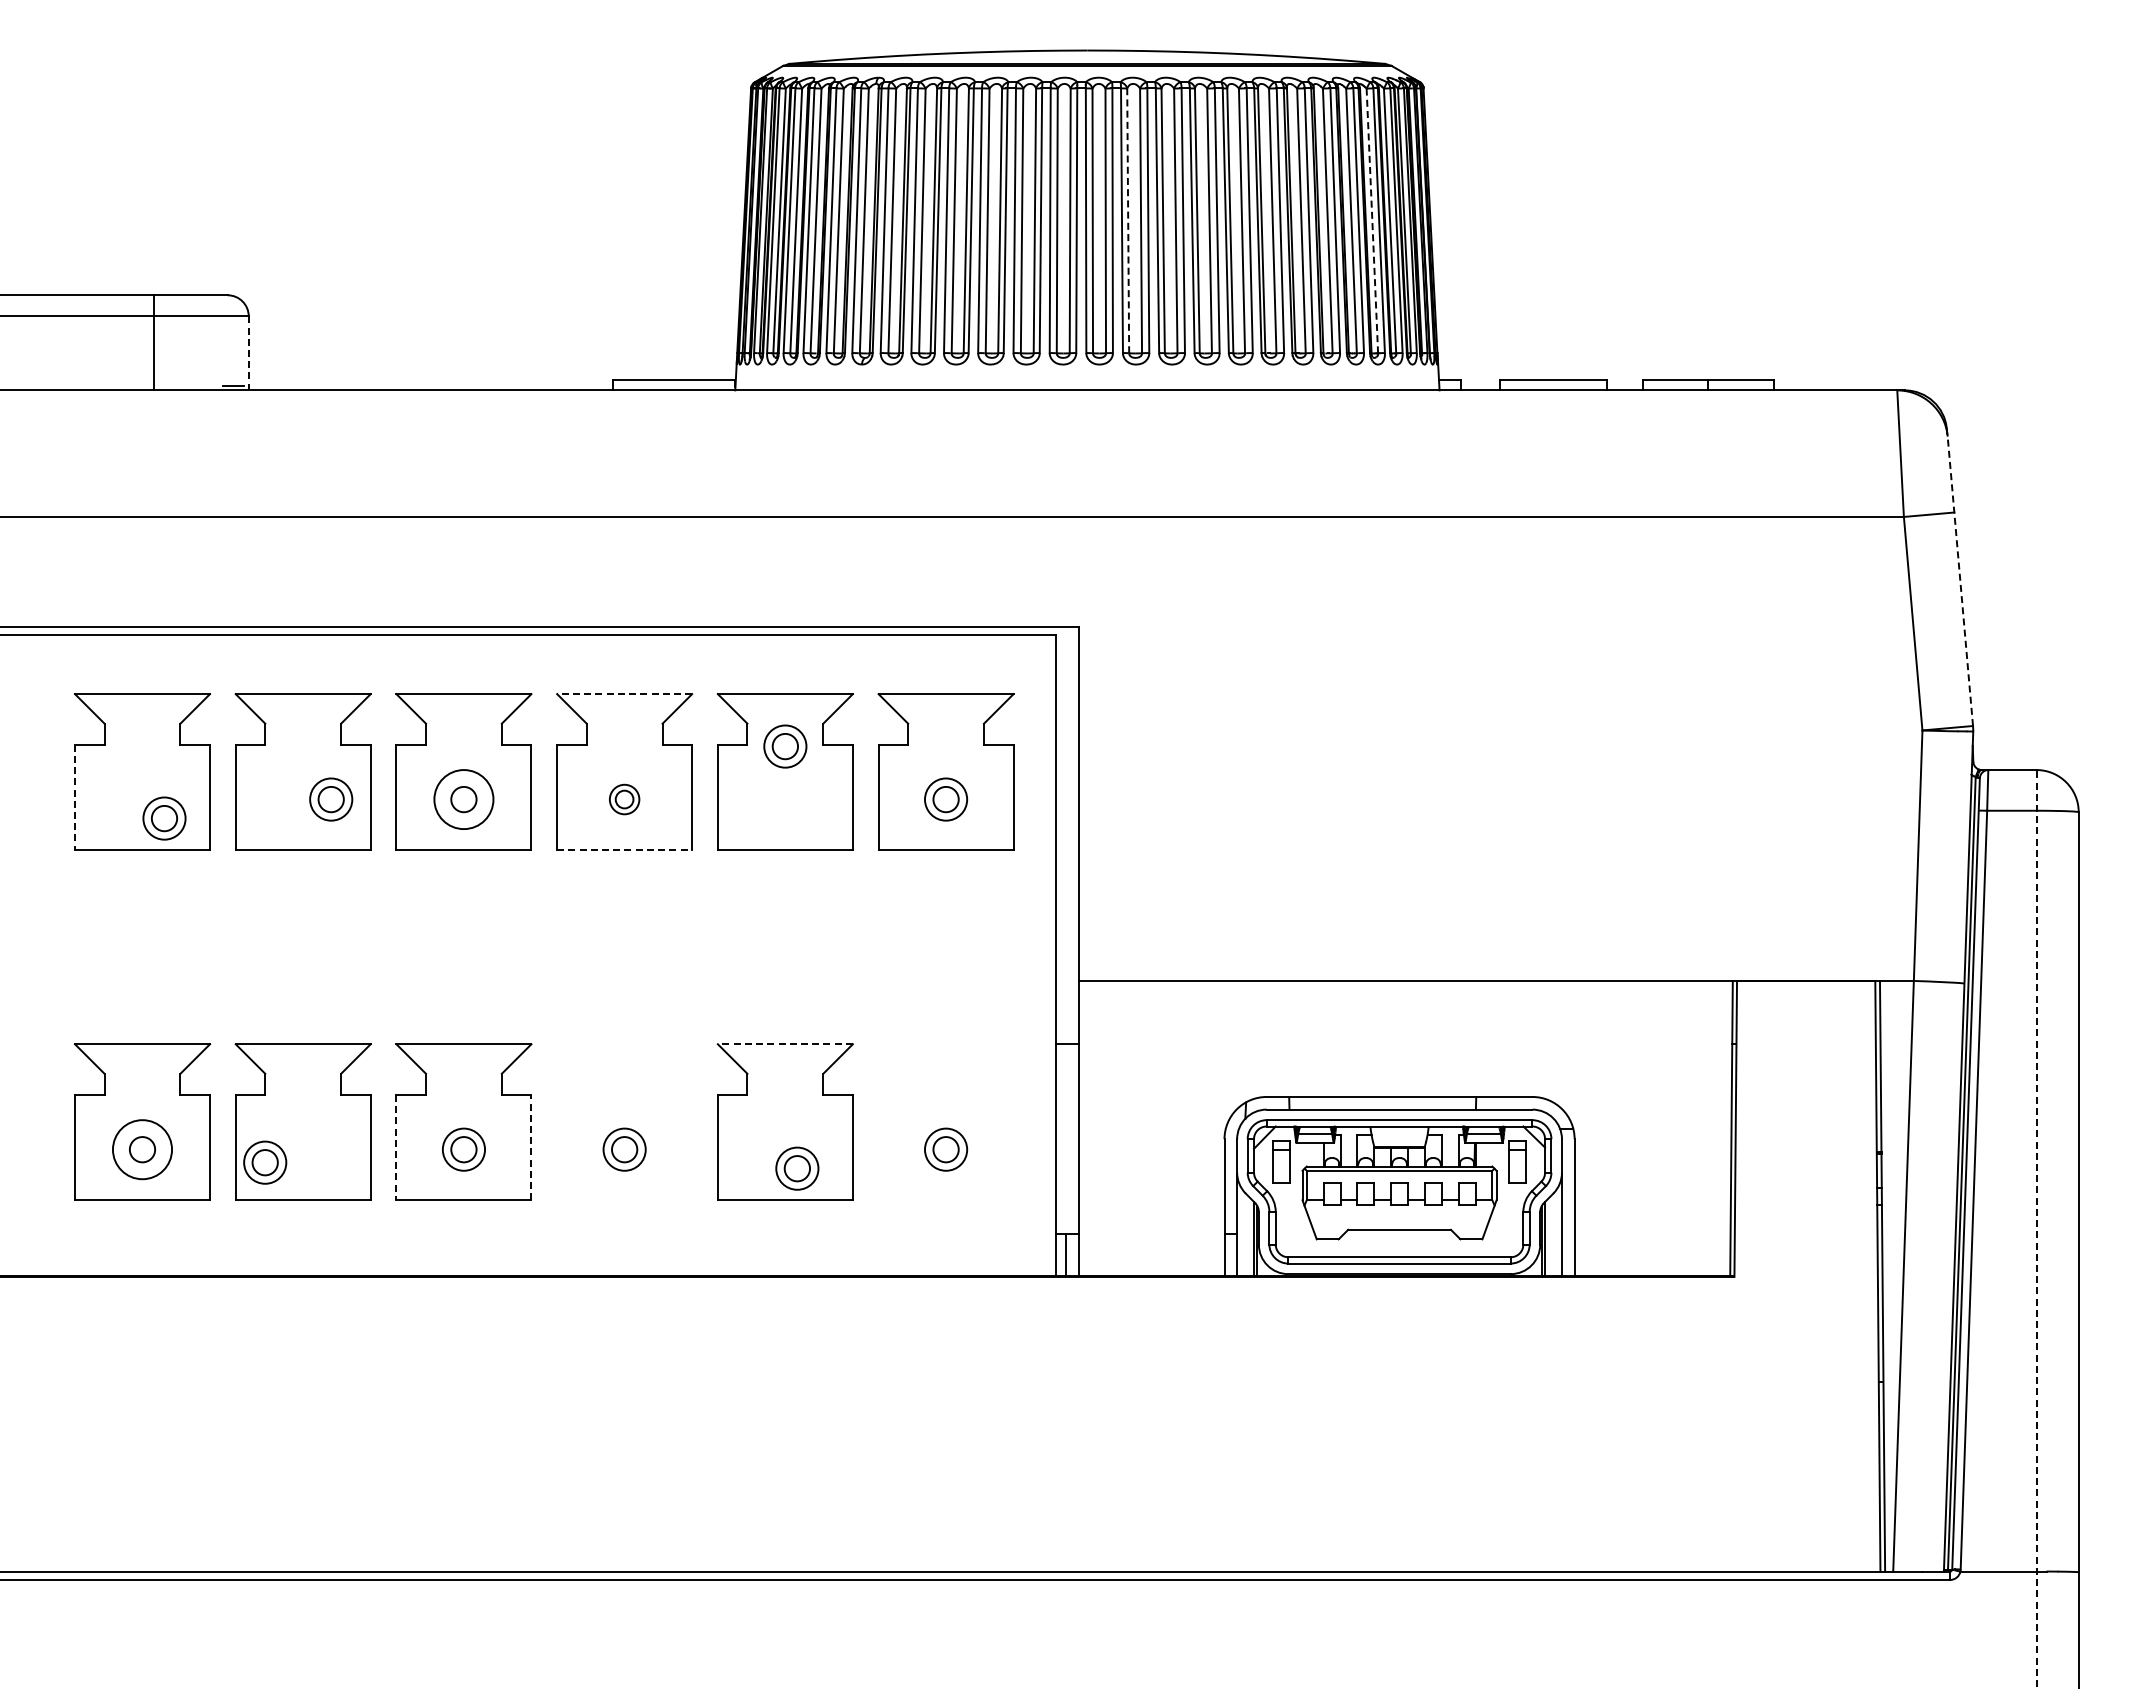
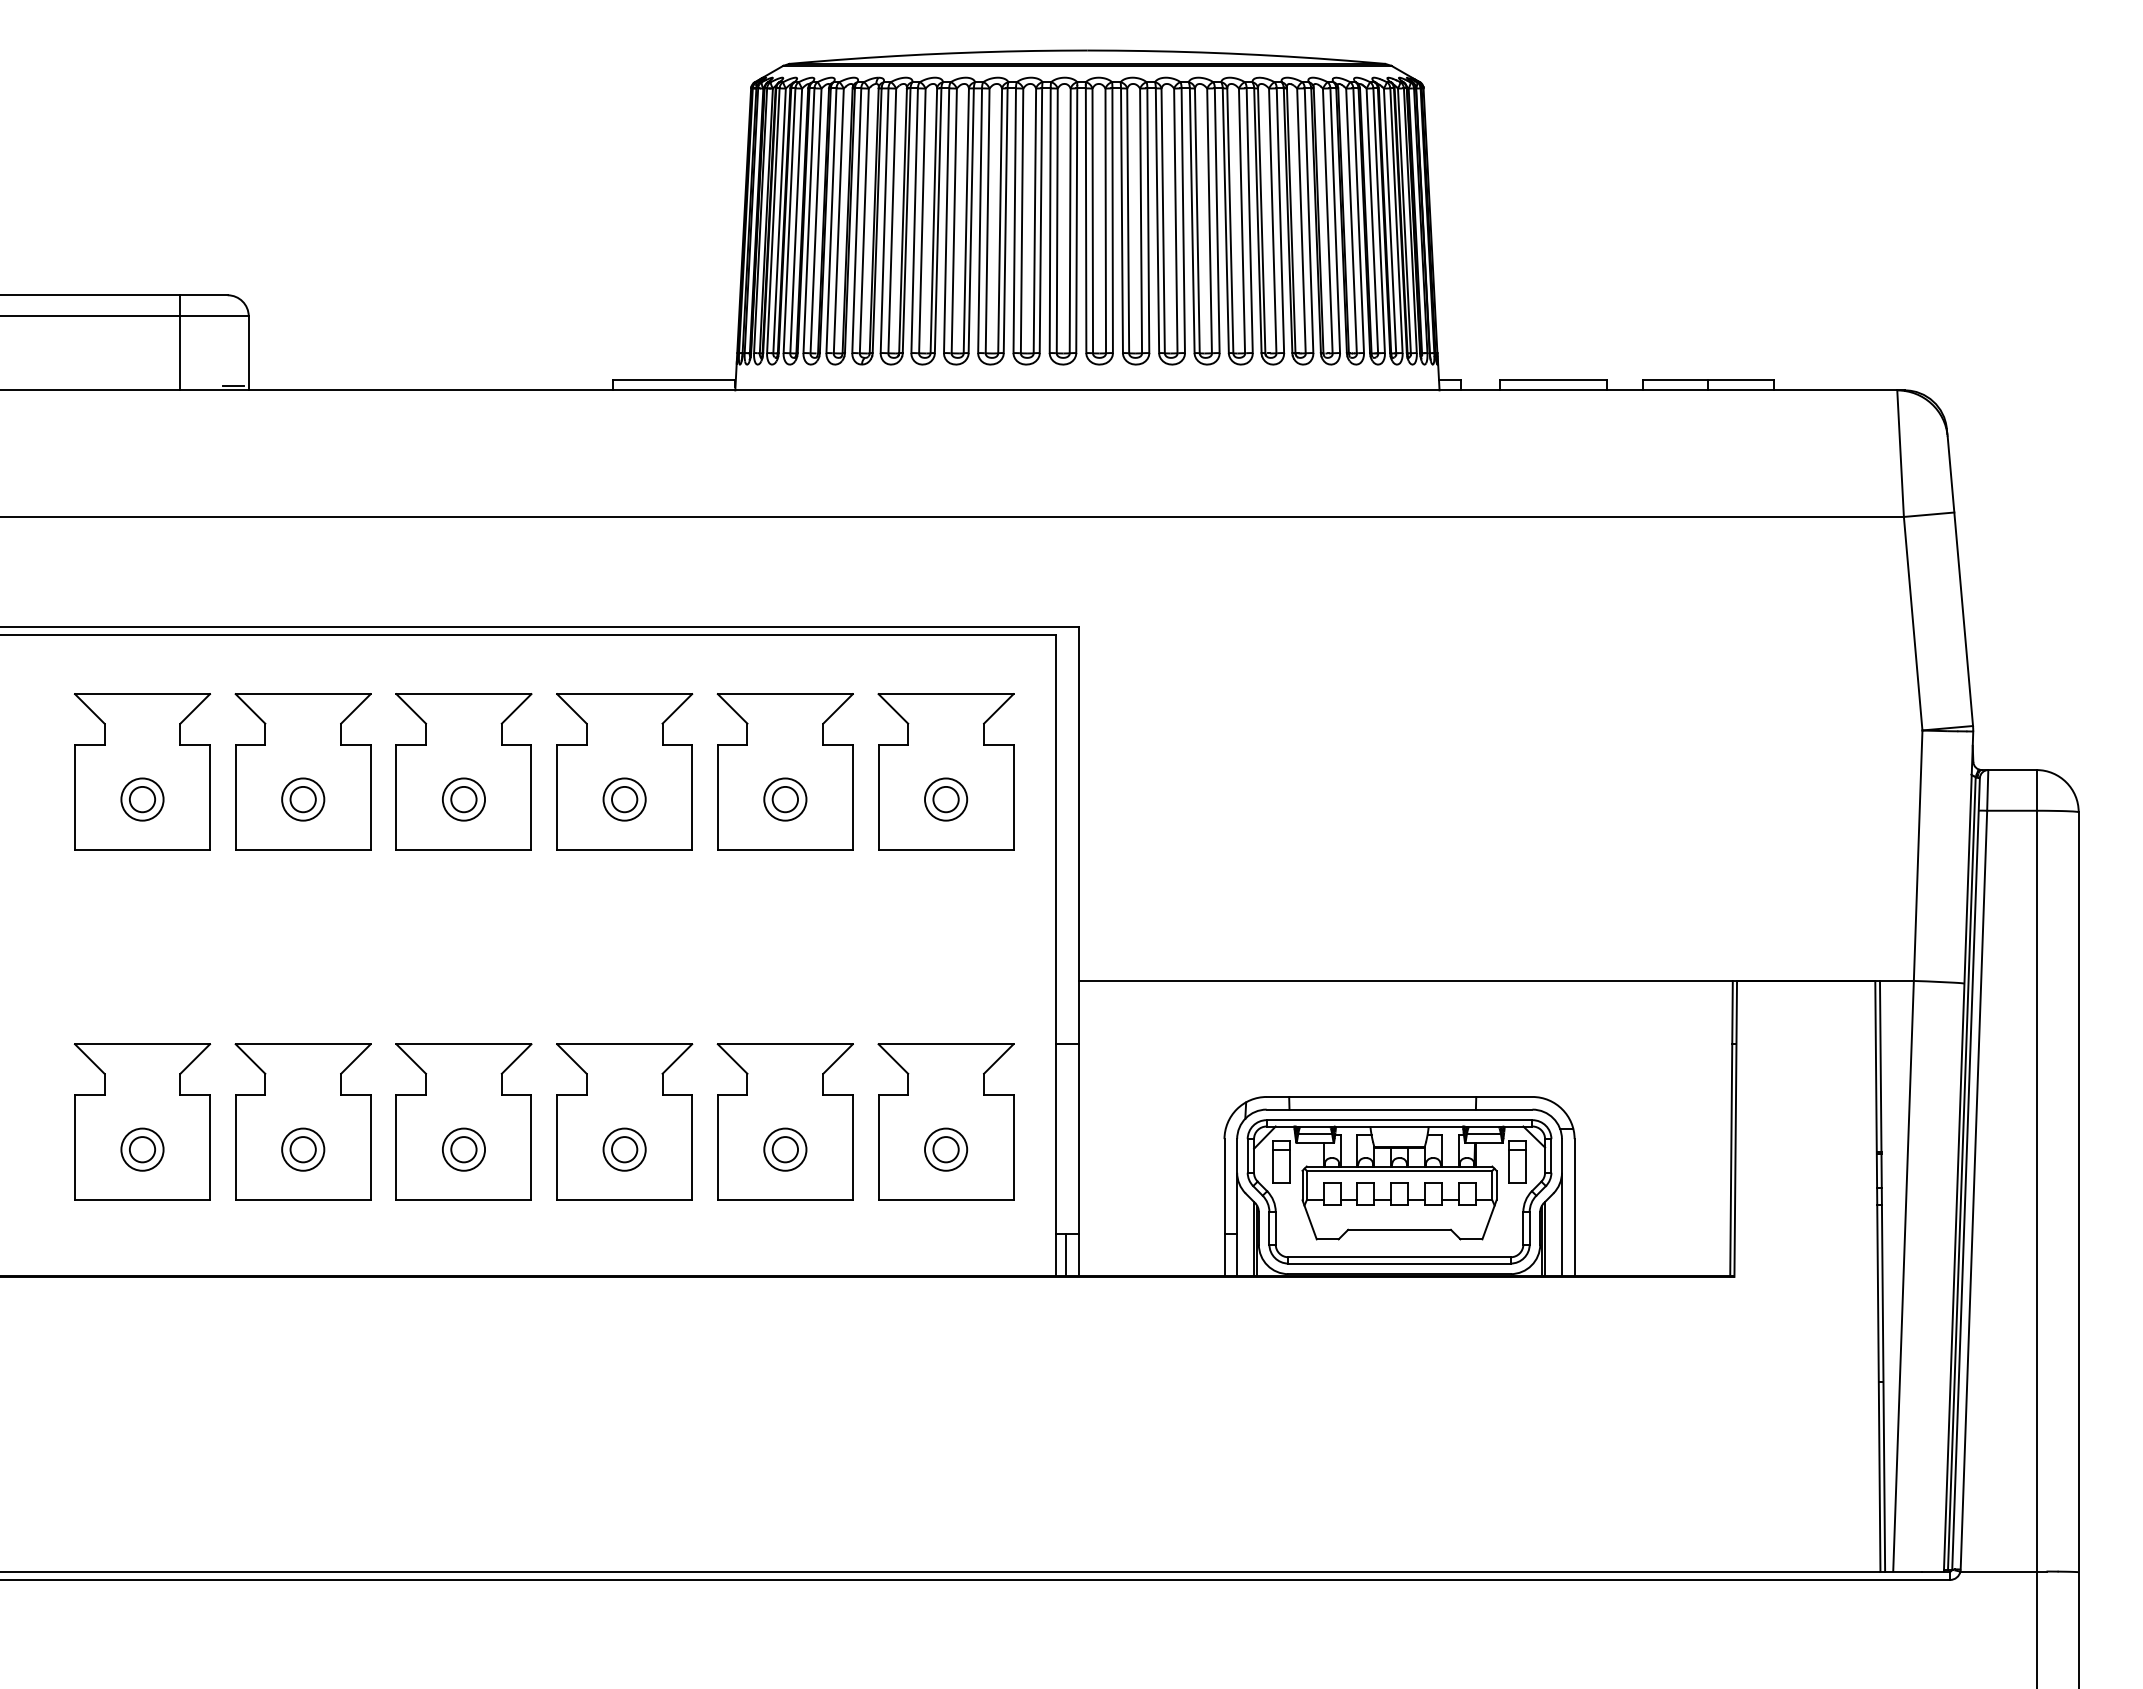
line at (1128, 220): dashed -> solid
line at (1372, 221): dashed -> solid
line at (153, 342) position: (153, 342) -> (179, 342)
line at (248, 353): dashed -> solid
line at (1960, 580): dashed -> solid
line at (624, 694): dashed -> solid
part at (785, 746) position: (785, 746) -> (785, 799)
line at (75, 797): dashed -> solid
part at (331, 799) position: (331, 799) -> (303, 799)
circle at (463, 799) diameter: 59 px -> 42 px
part at (624, 799) size: 32x33 px -> 45x45 px
part at (164, 818) position: (164, 818) -> (142, 799)
line at (625, 850): dashed -> solid
line at (784, 1044): dashed -> solid
part at (624, 1121): none -> present
part at (945, 1121): none -> present
line at (396, 1147): dashed -> solid
line at (531, 1147): dashed -> solid
circle at (142, 1149) diameter: 59 px -> 42 px
part at (265, 1162) position: (265, 1162) -> (303, 1149)
part at (797, 1168) position: (797, 1168) -> (785, 1149)
line at (2036, 1229): dashed -> solid
